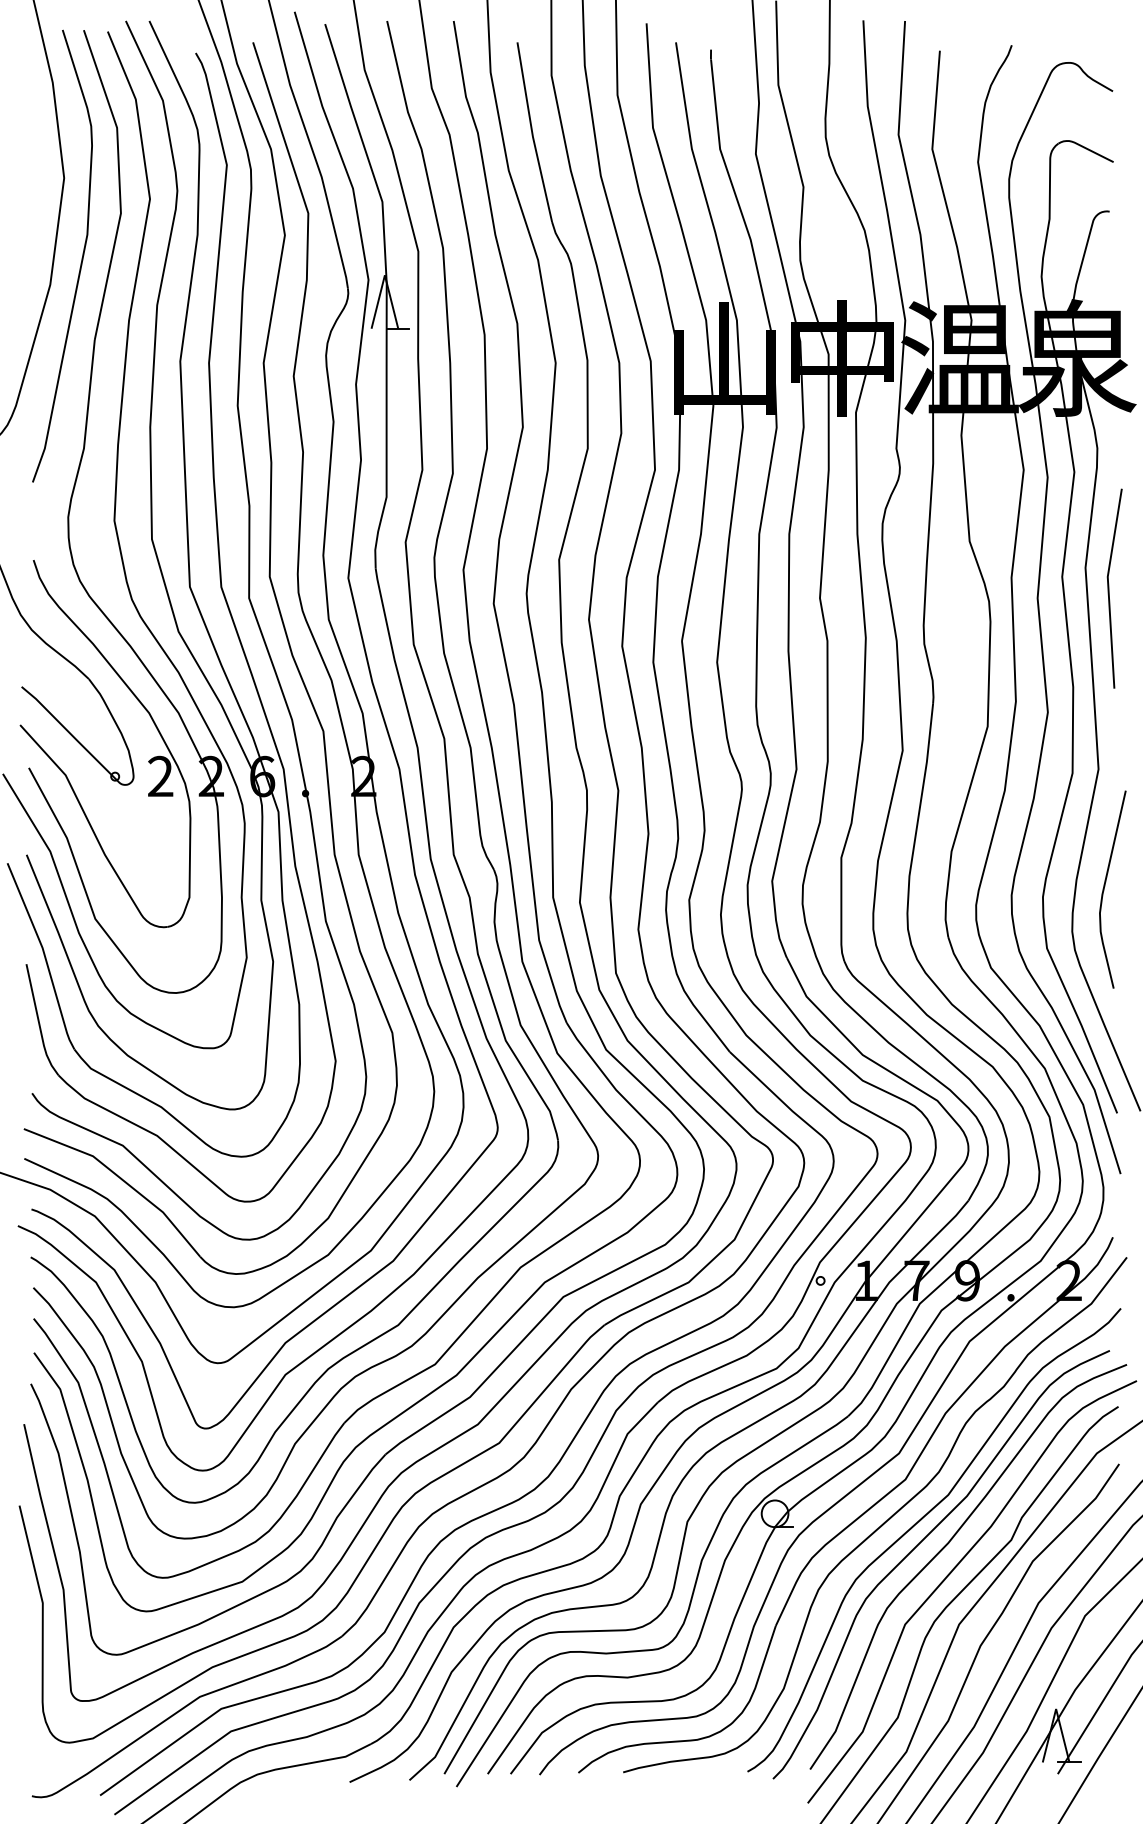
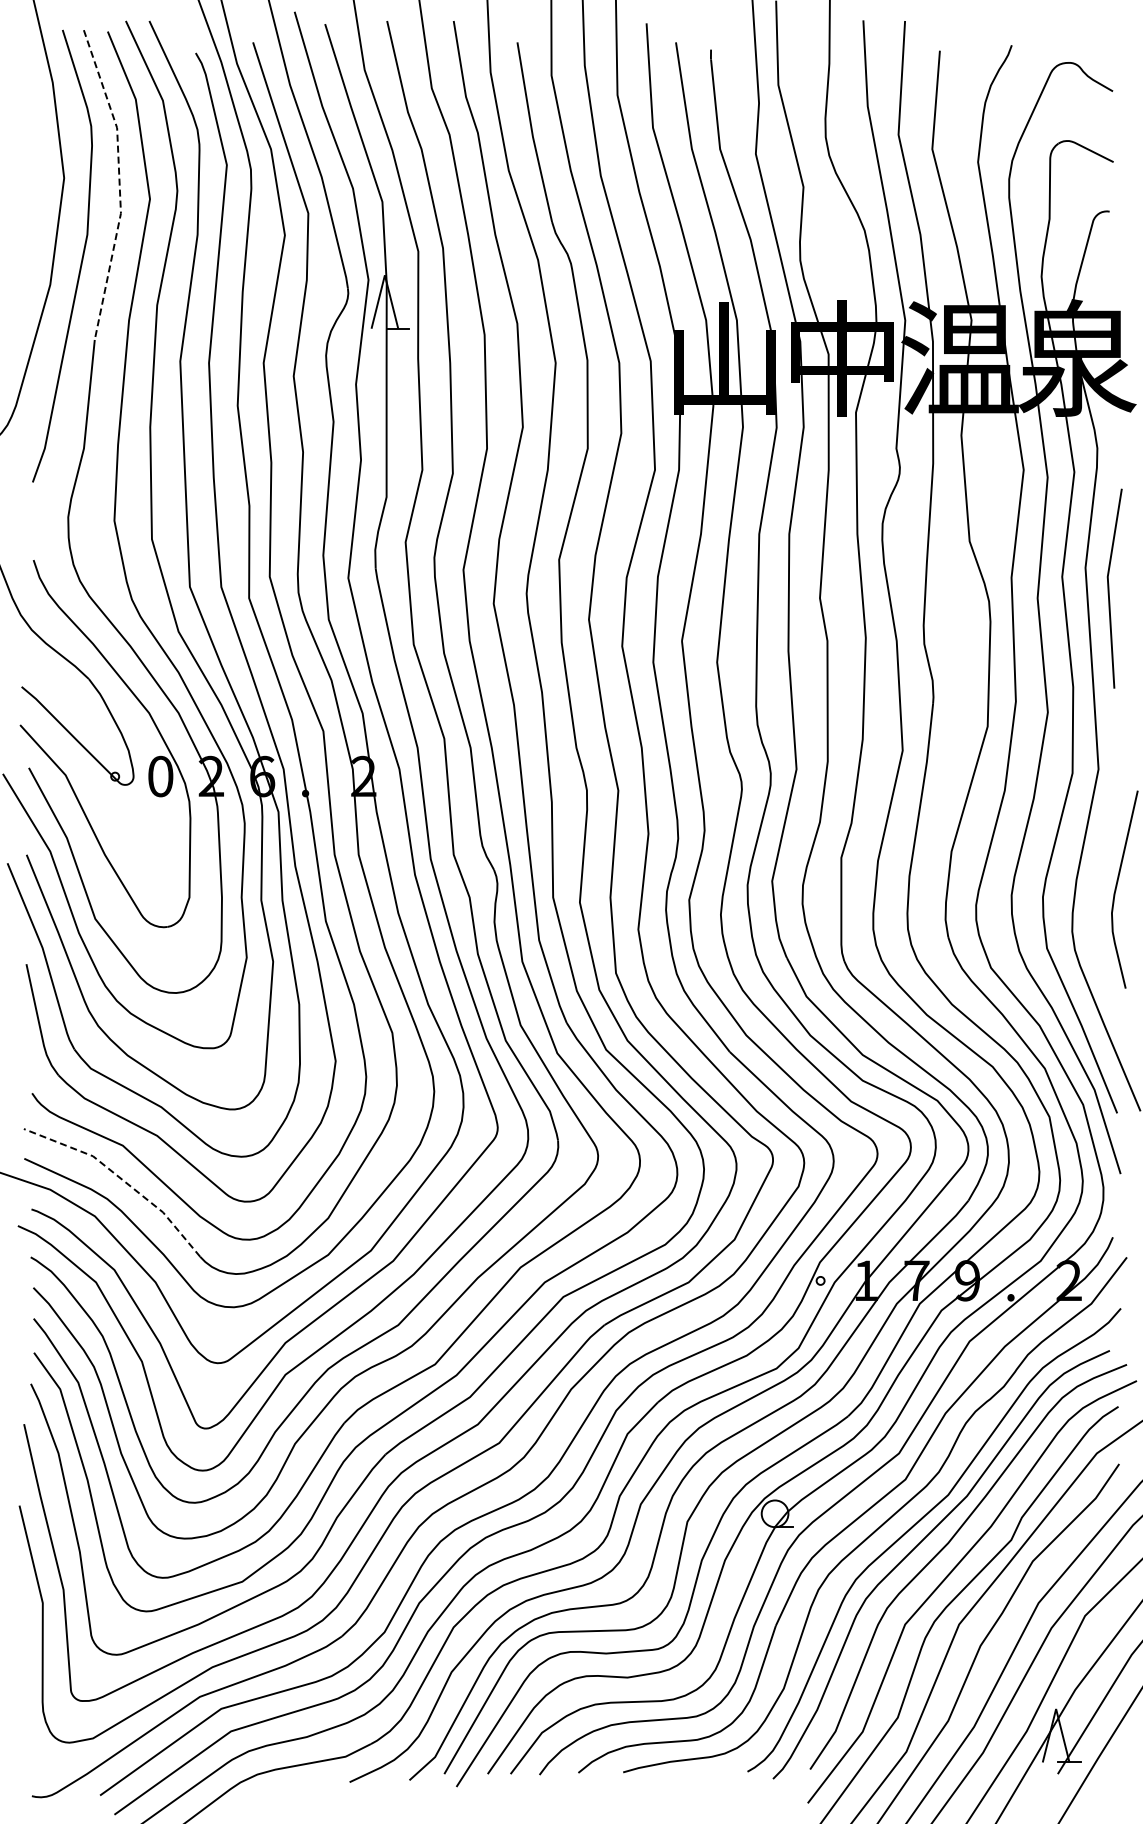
line at (119, 183): solid -> dashed
text at (160, 776): 2 -> 0
curve at (1105, 886) position: (1105, 886) -> (1117, 886)
line at (121, 1178): solid -> dashed
